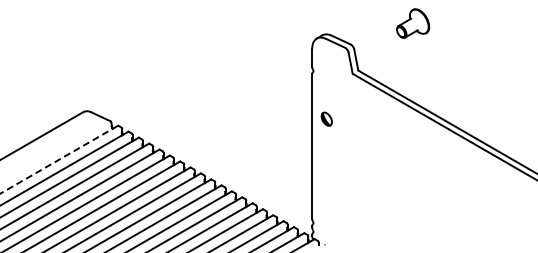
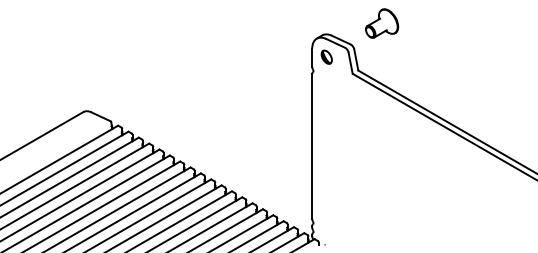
part at (413, 23) position: (413, 23) -> (382, 23)
part at (326, 118) position: (326, 118) -> (326, 56)
line at (59, 159): dashed -> solid
